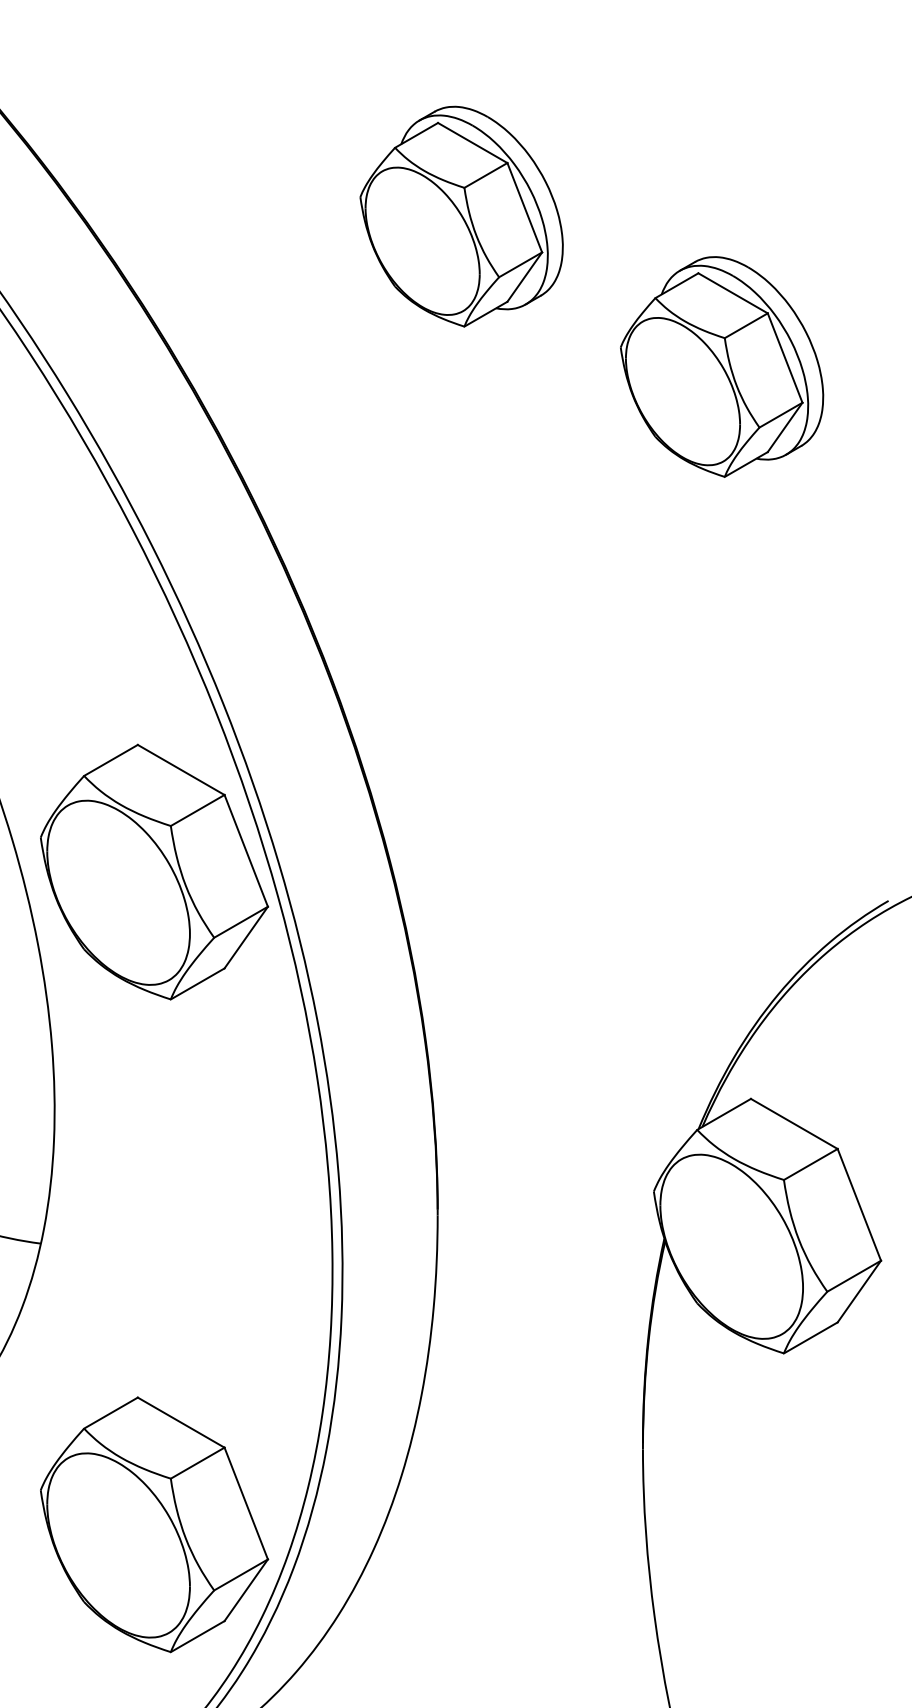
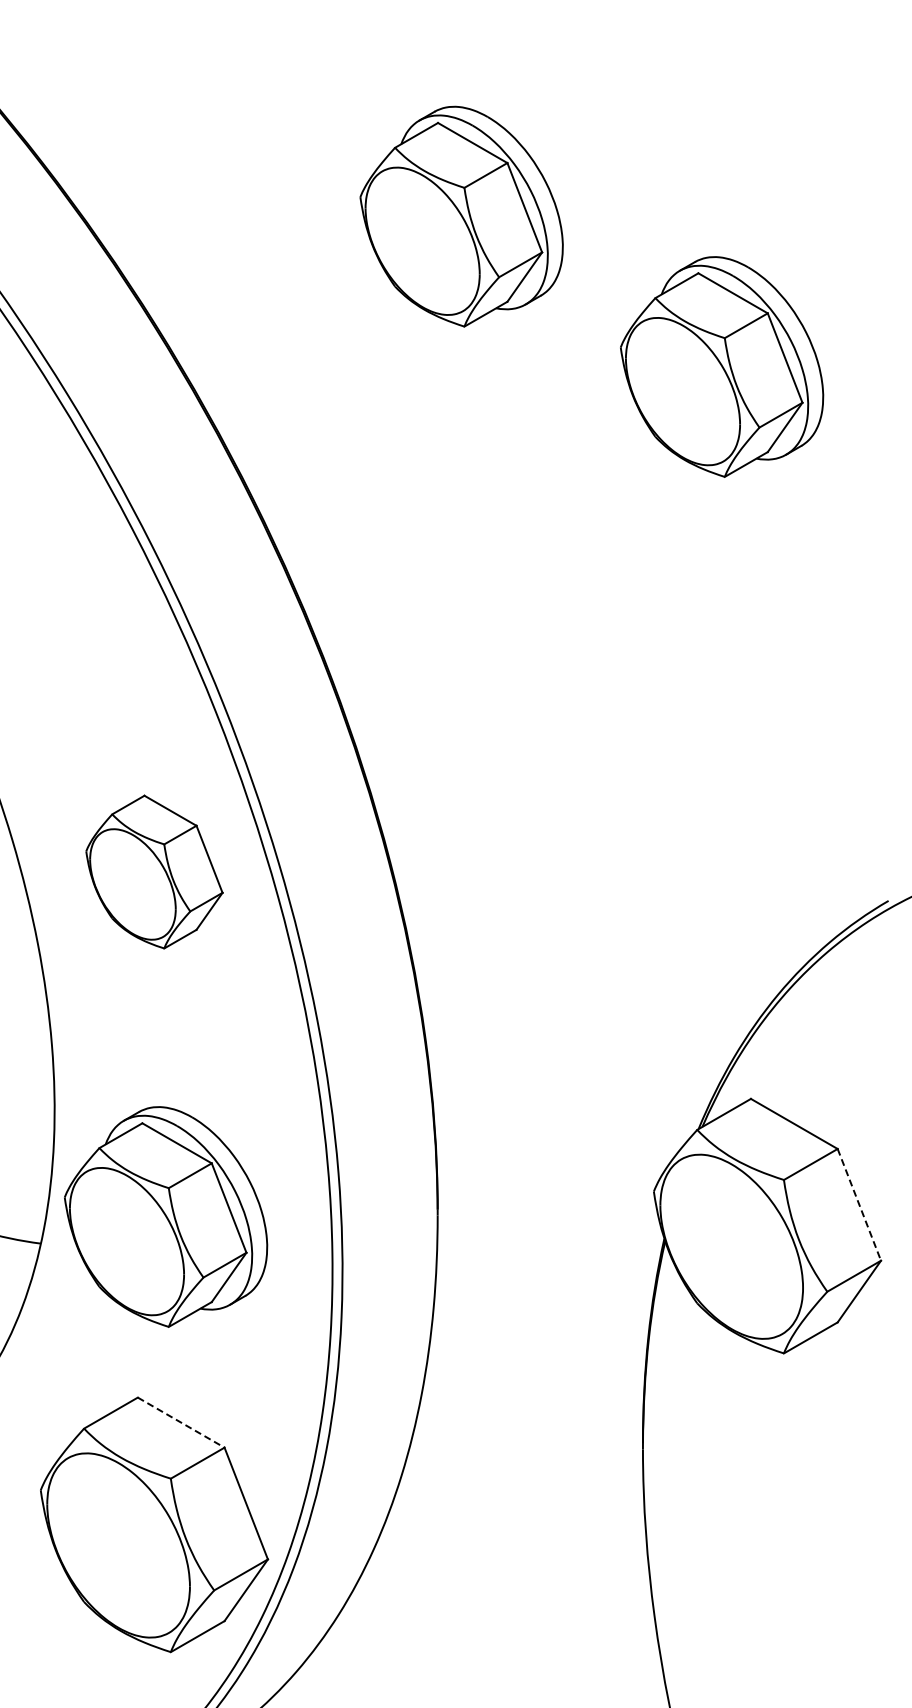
part at (154, 871) size: 229x258 px -> 139x156 px
line at (859, 1204): solid -> dashed
part at (166, 1216): none -> present
line at (181, 1422): solid -> dashed
